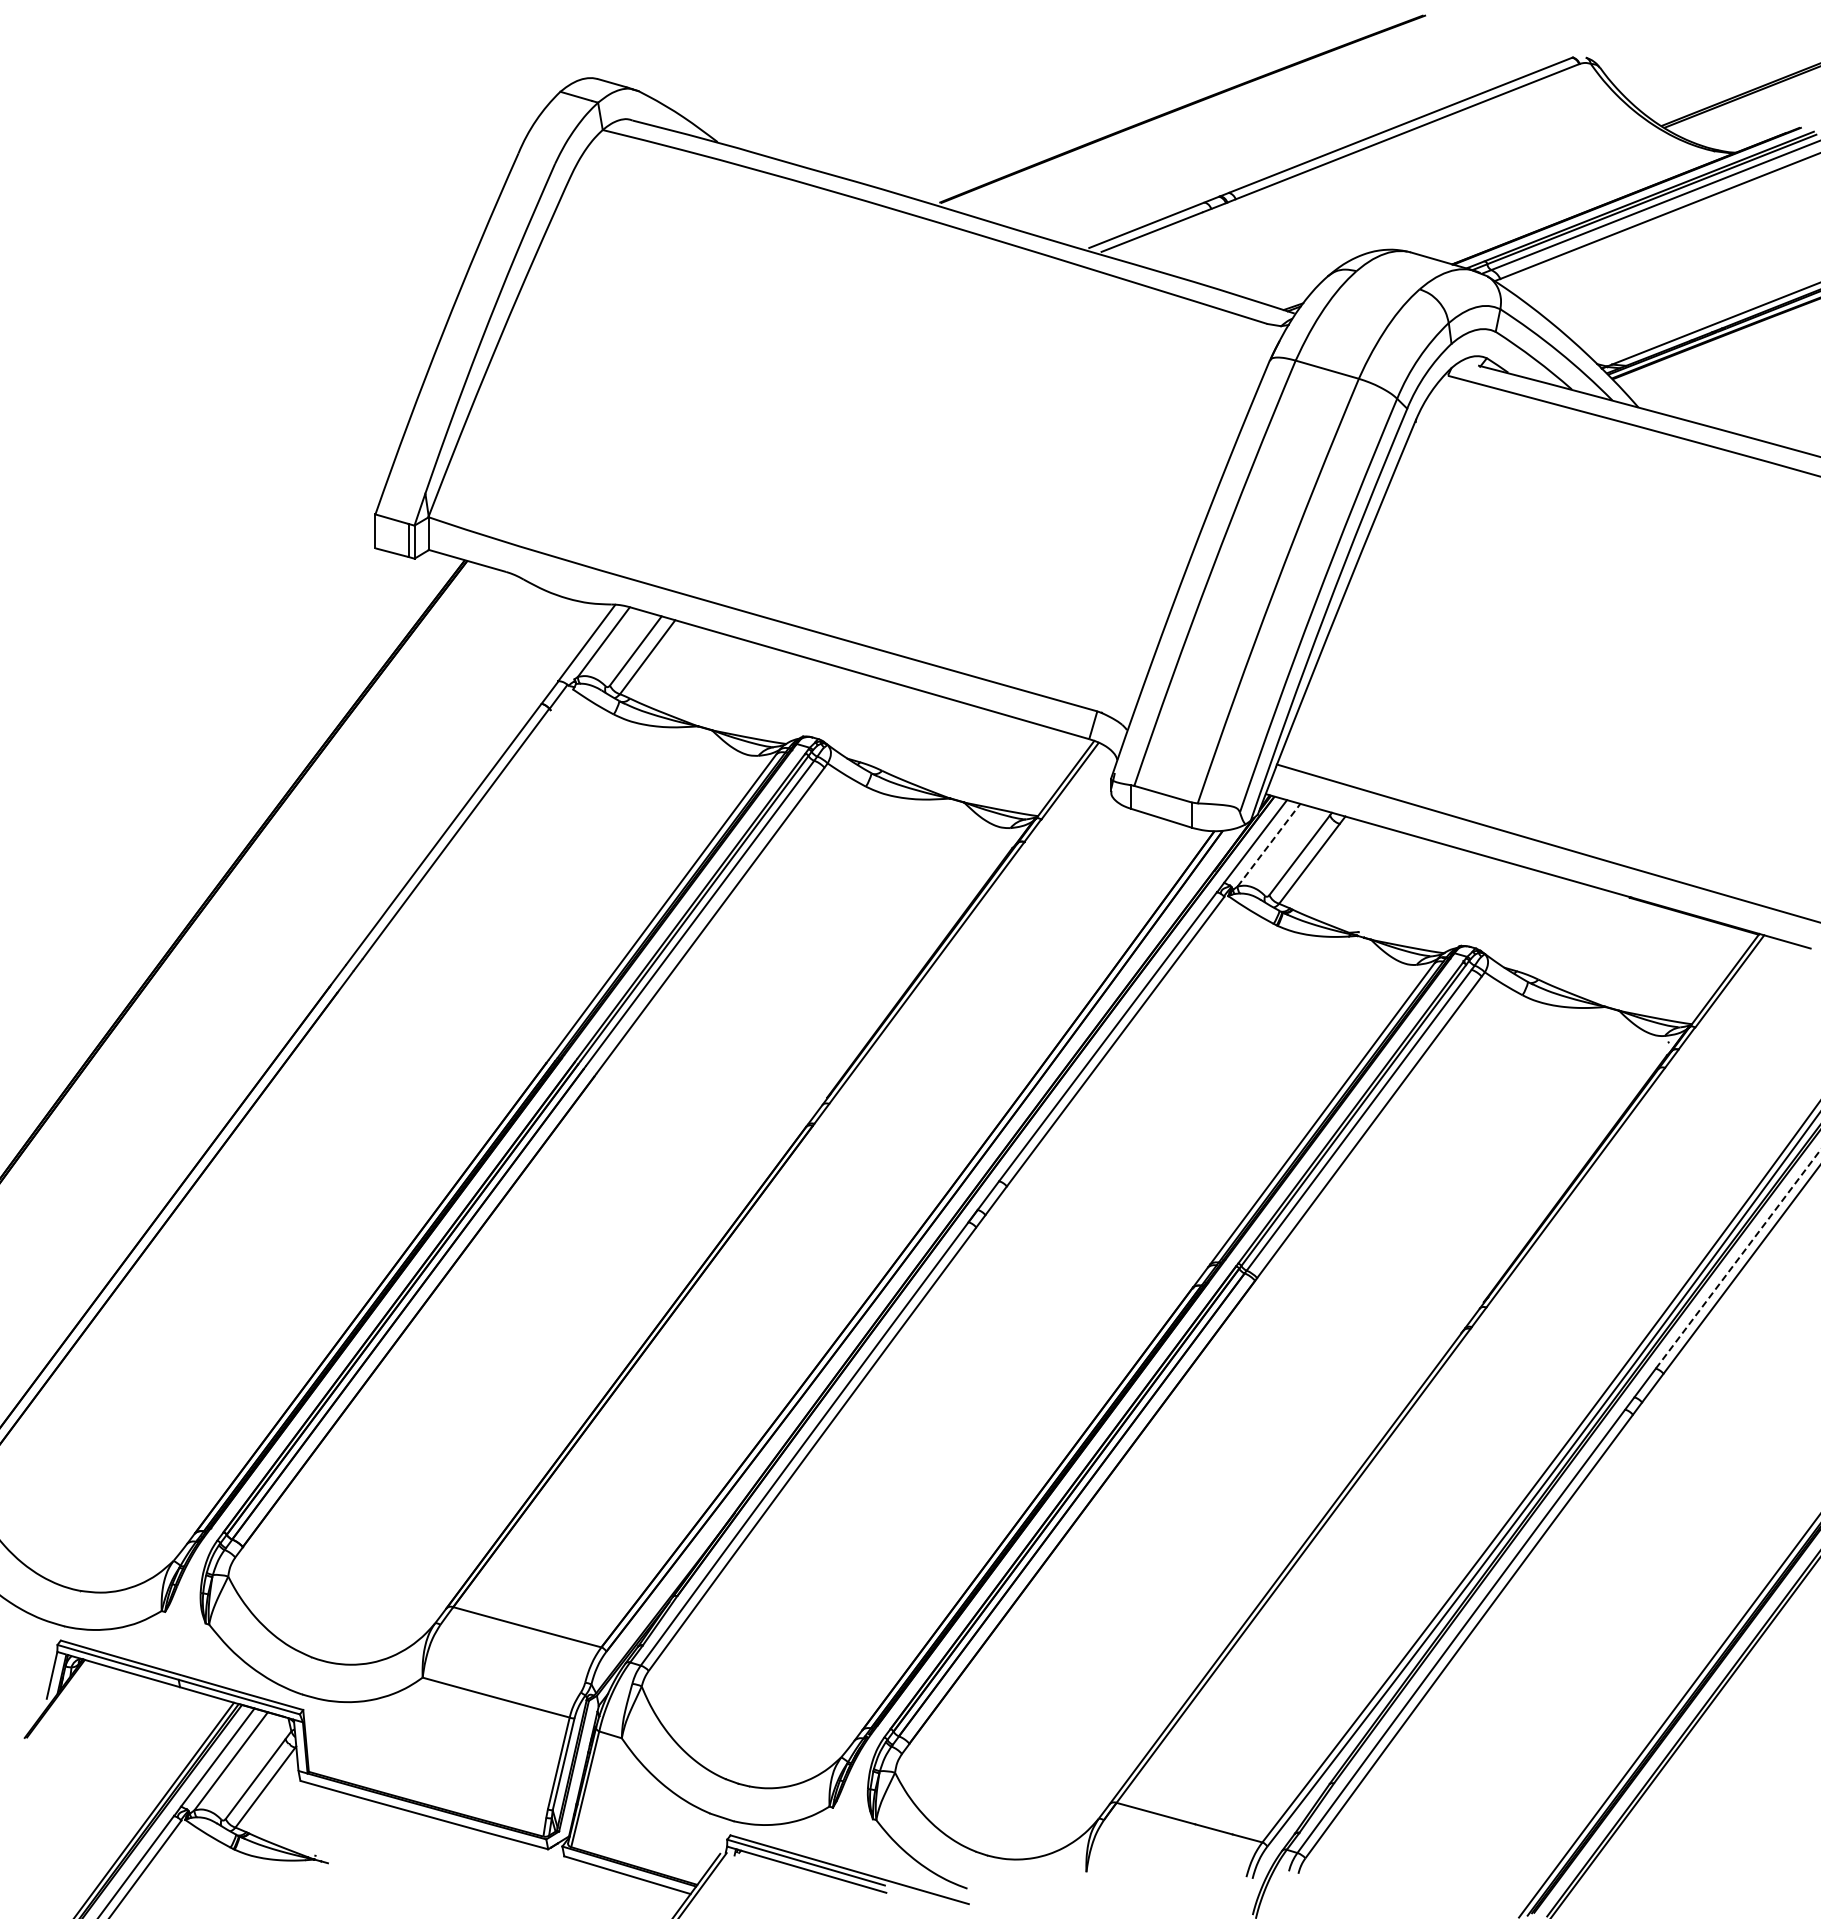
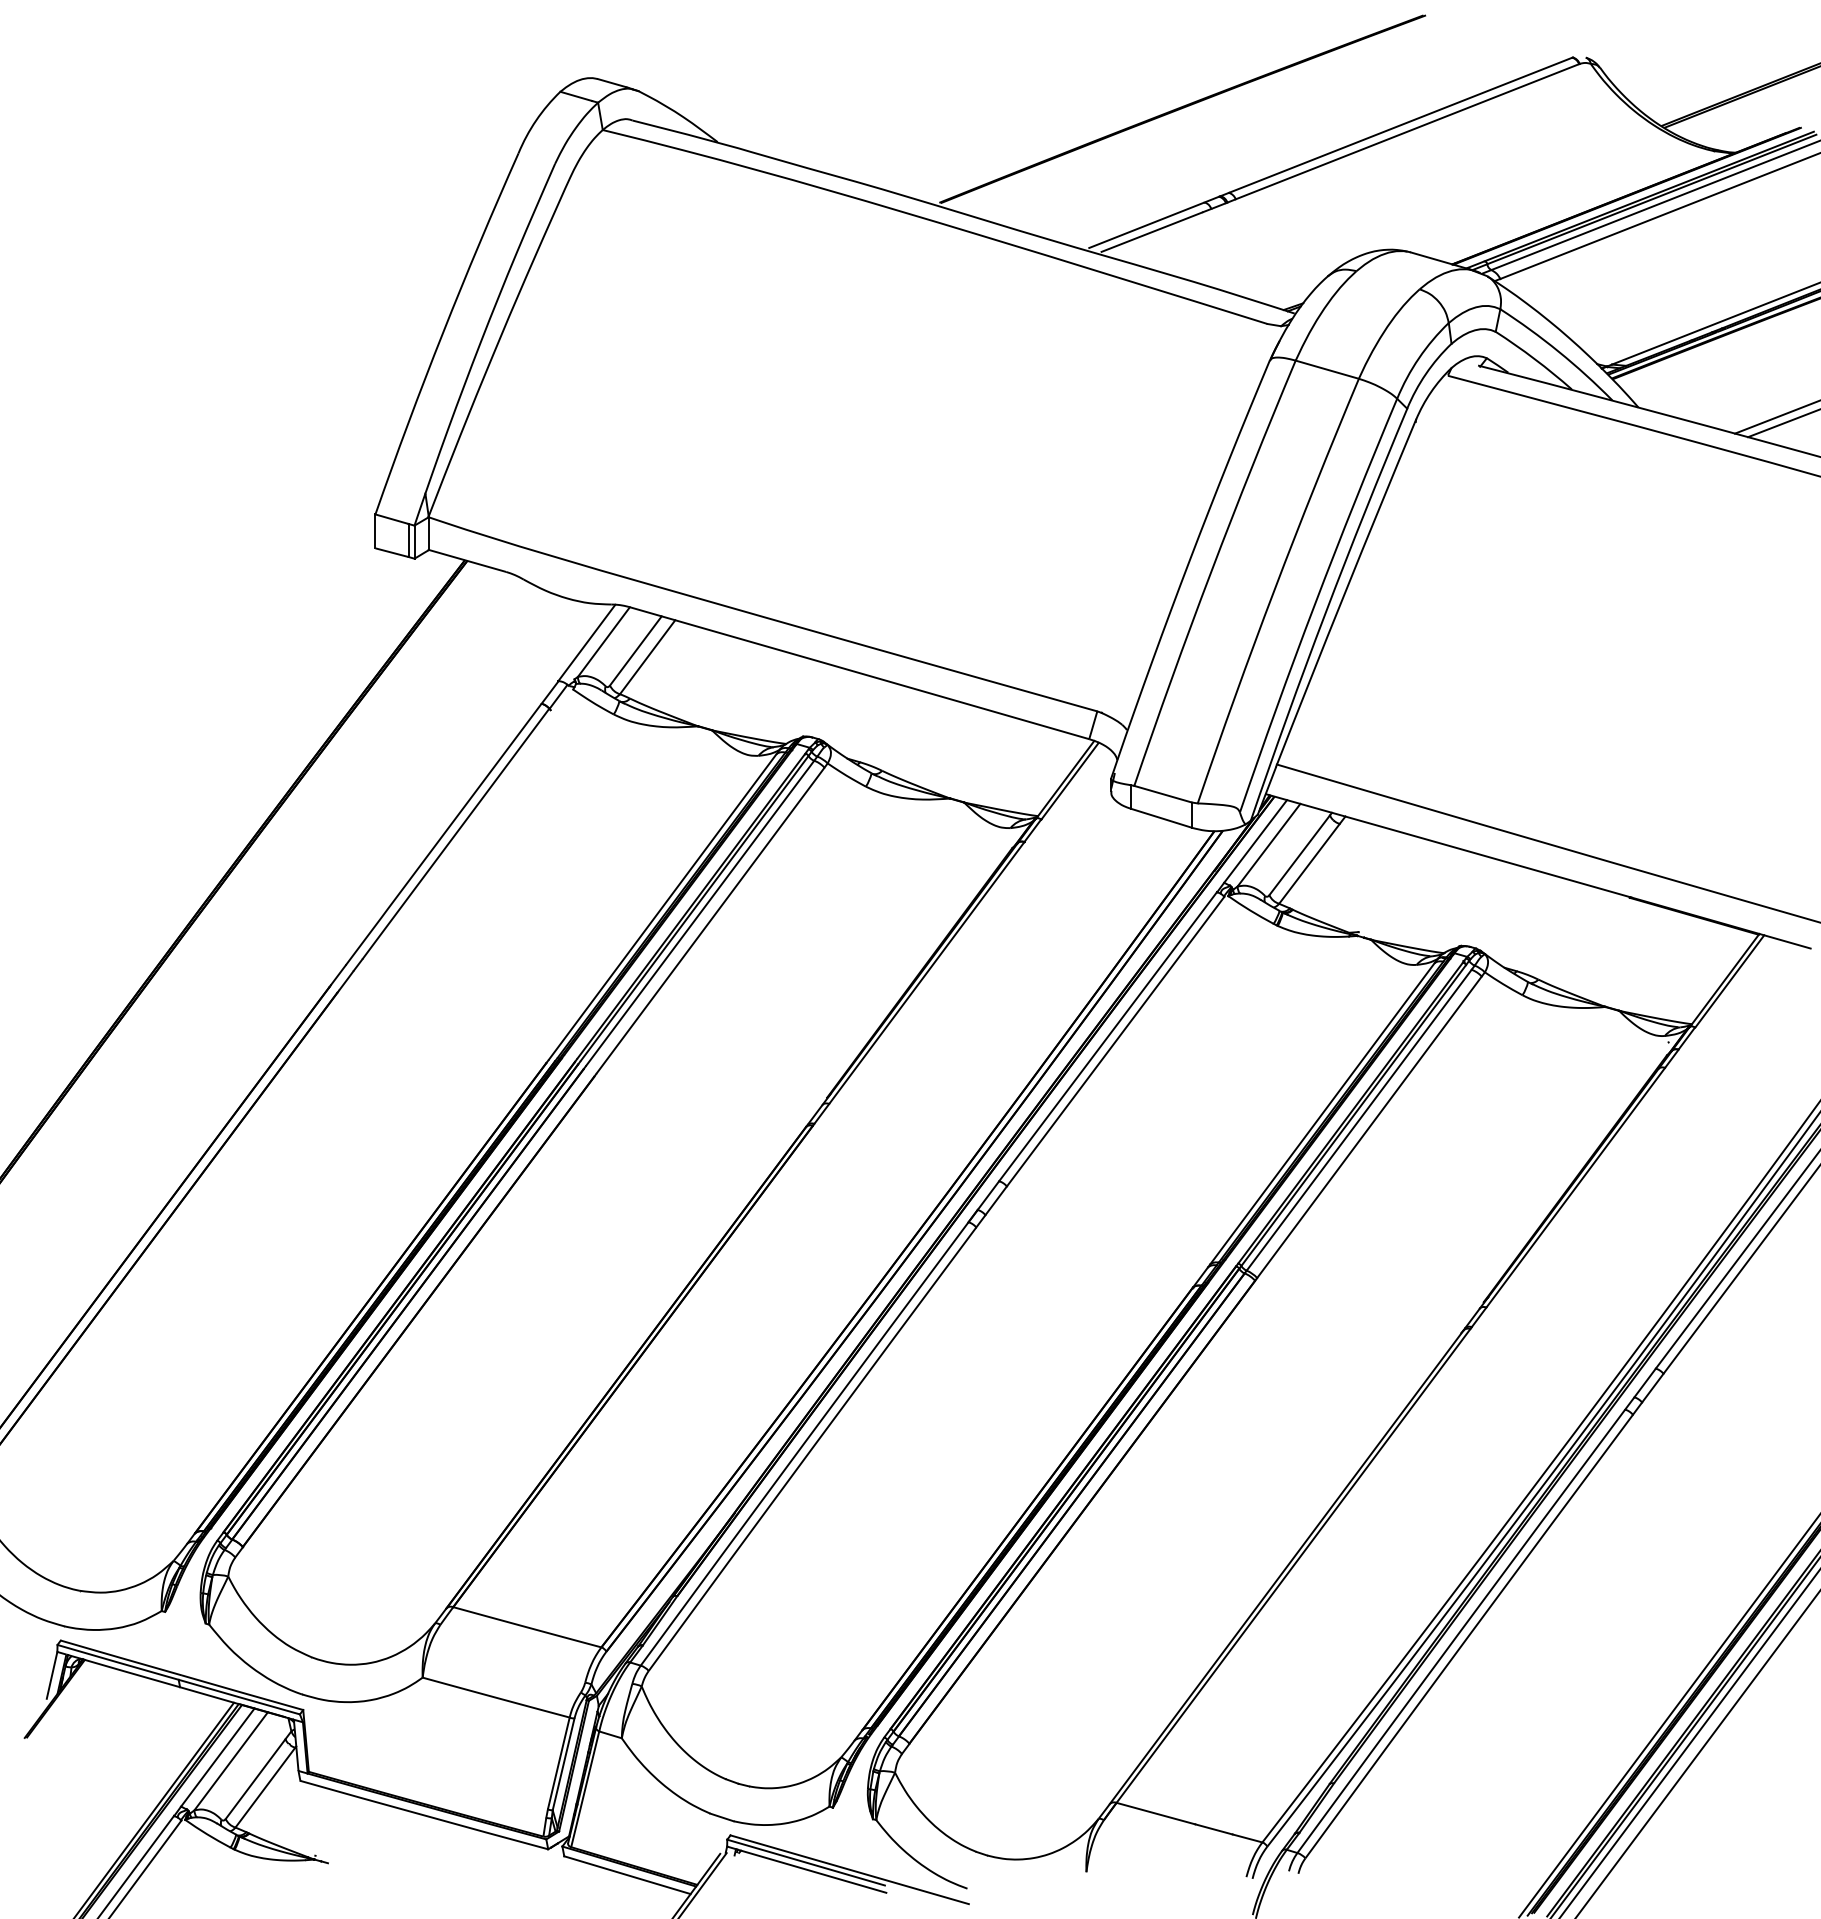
line at (1775, 417): none -> present
line at (1782, 423): none -> present
line at (1269, 845): dashed -> solid
line at (1738, 1259): dashed -> solid
line at (1689, 1744): none -> present
line at (1697, 1754): none -> present
